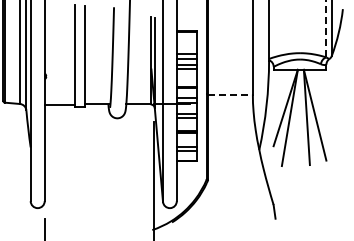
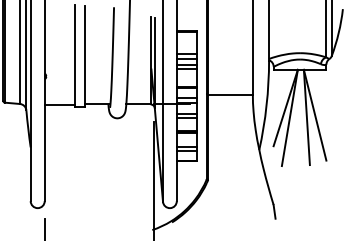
line at (326, 28): dashed -> solid
line at (231, 94): dashed -> solid
